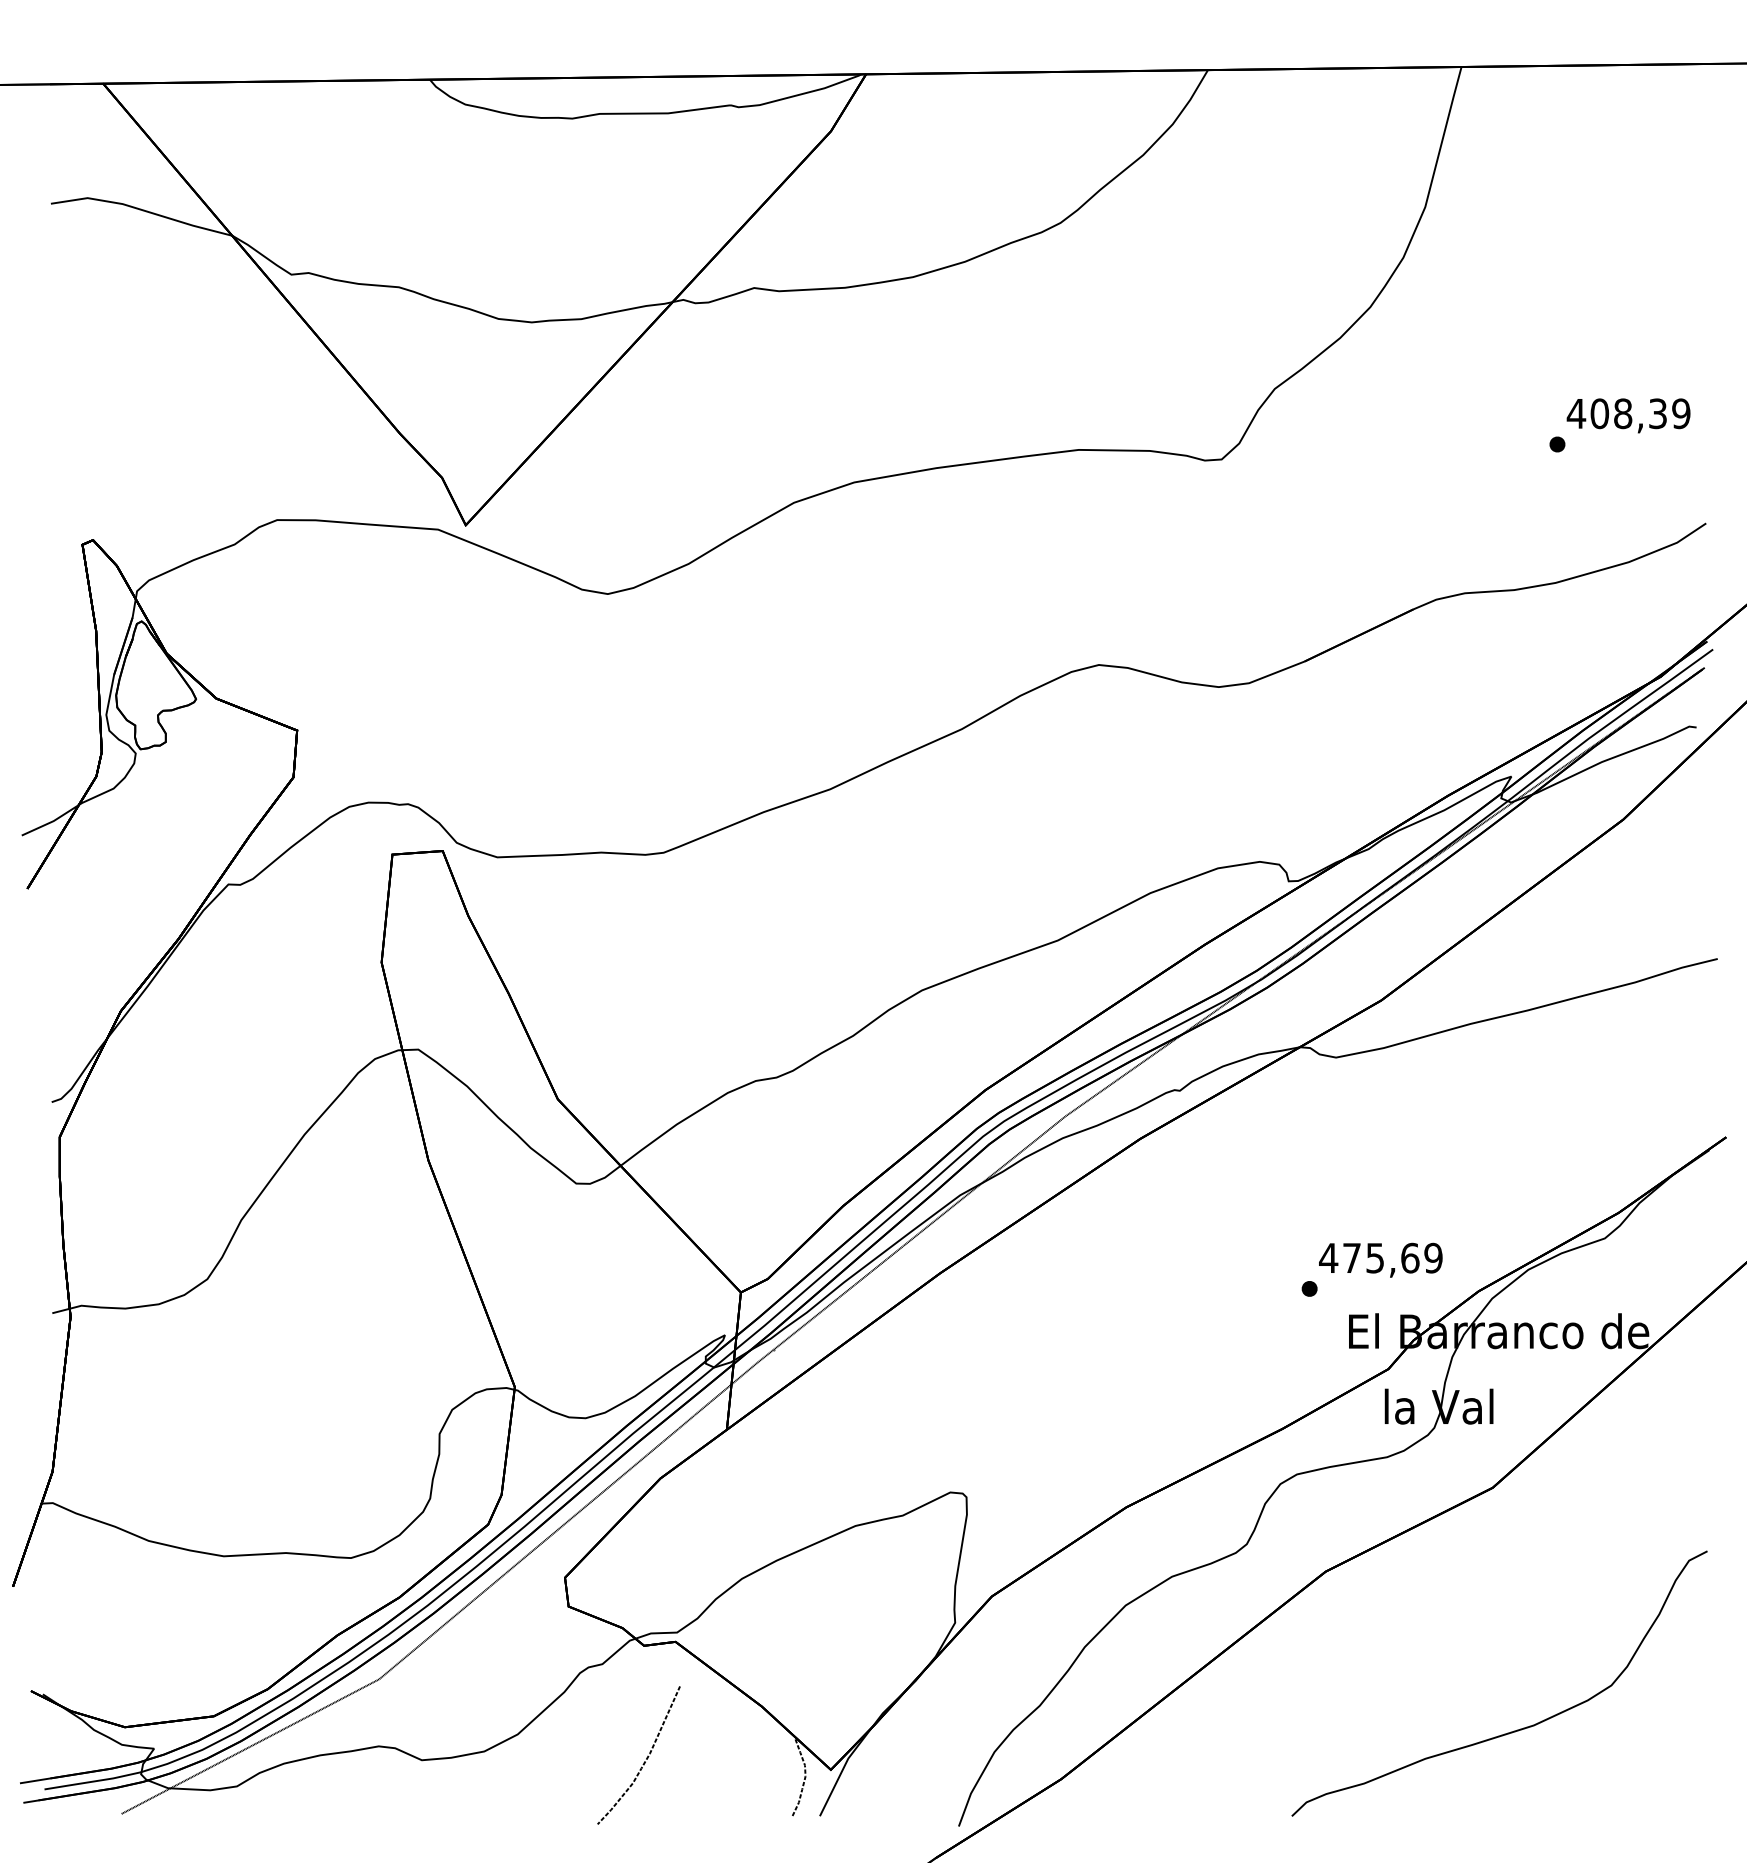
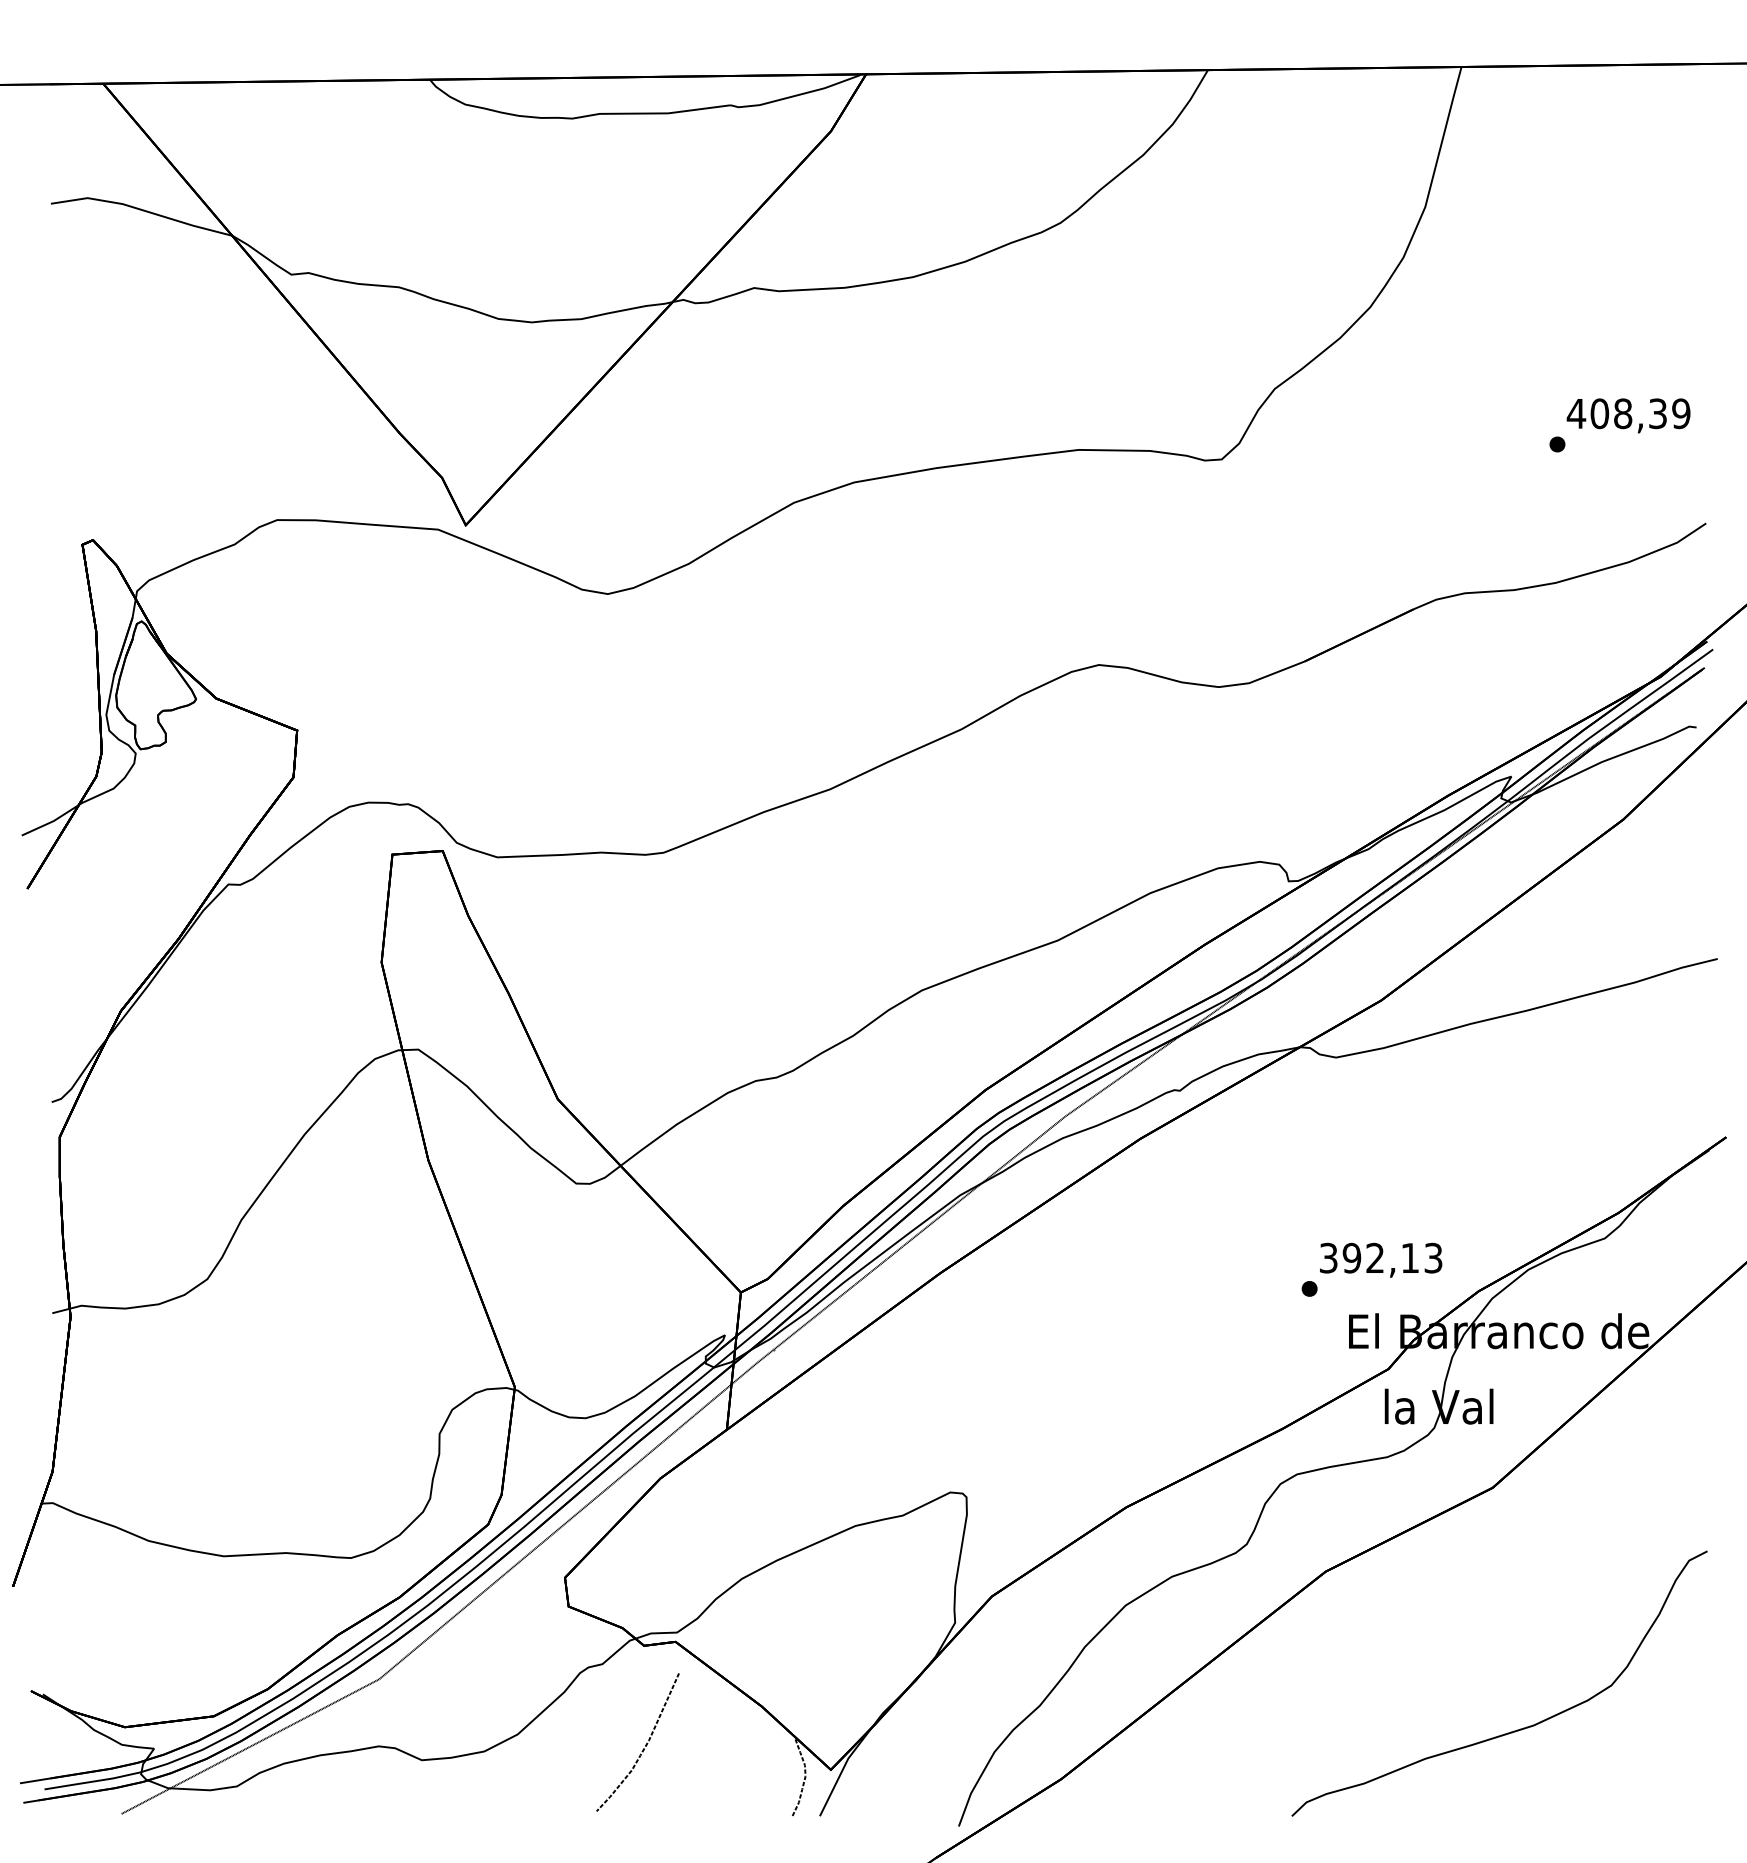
text at (1380, 1257): 475,69 -> 392,13
curve at (646, 1757) position: (646, 1757) -> (645, 1744)
